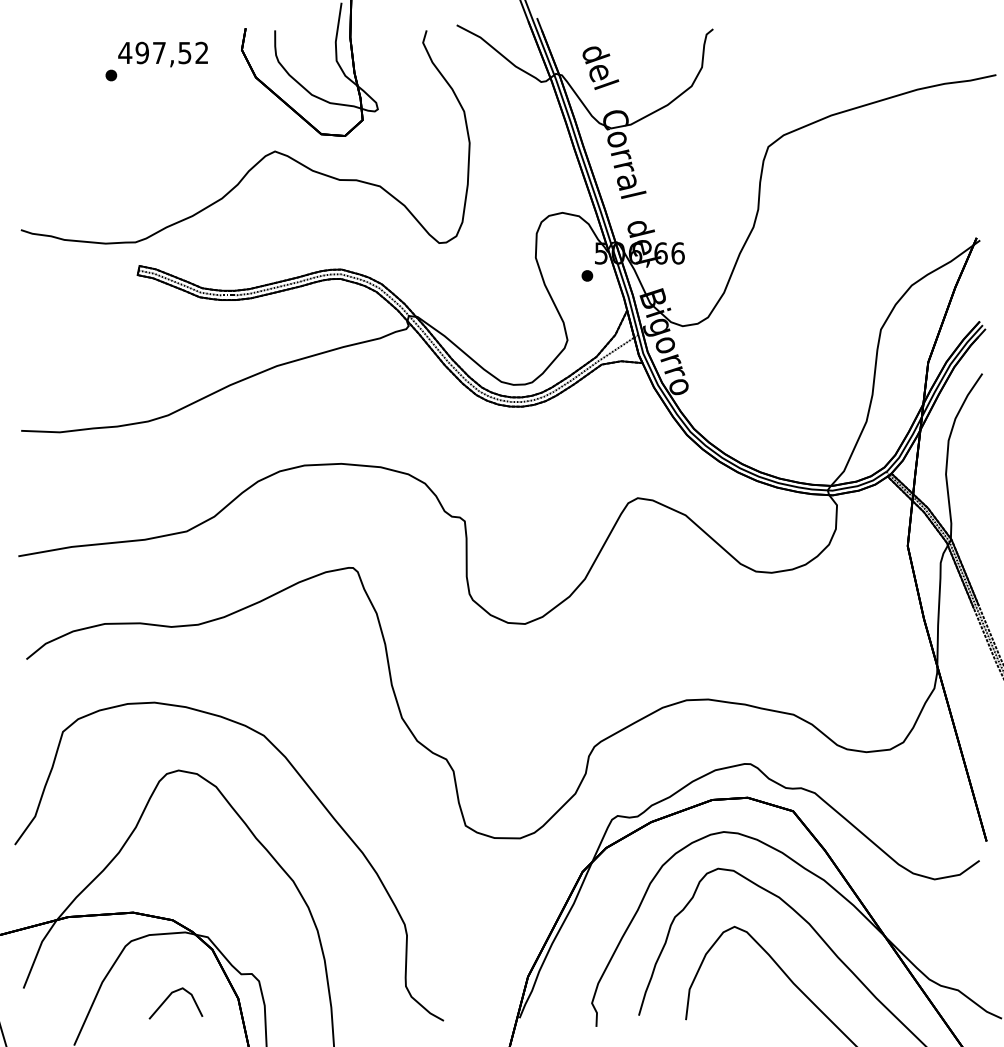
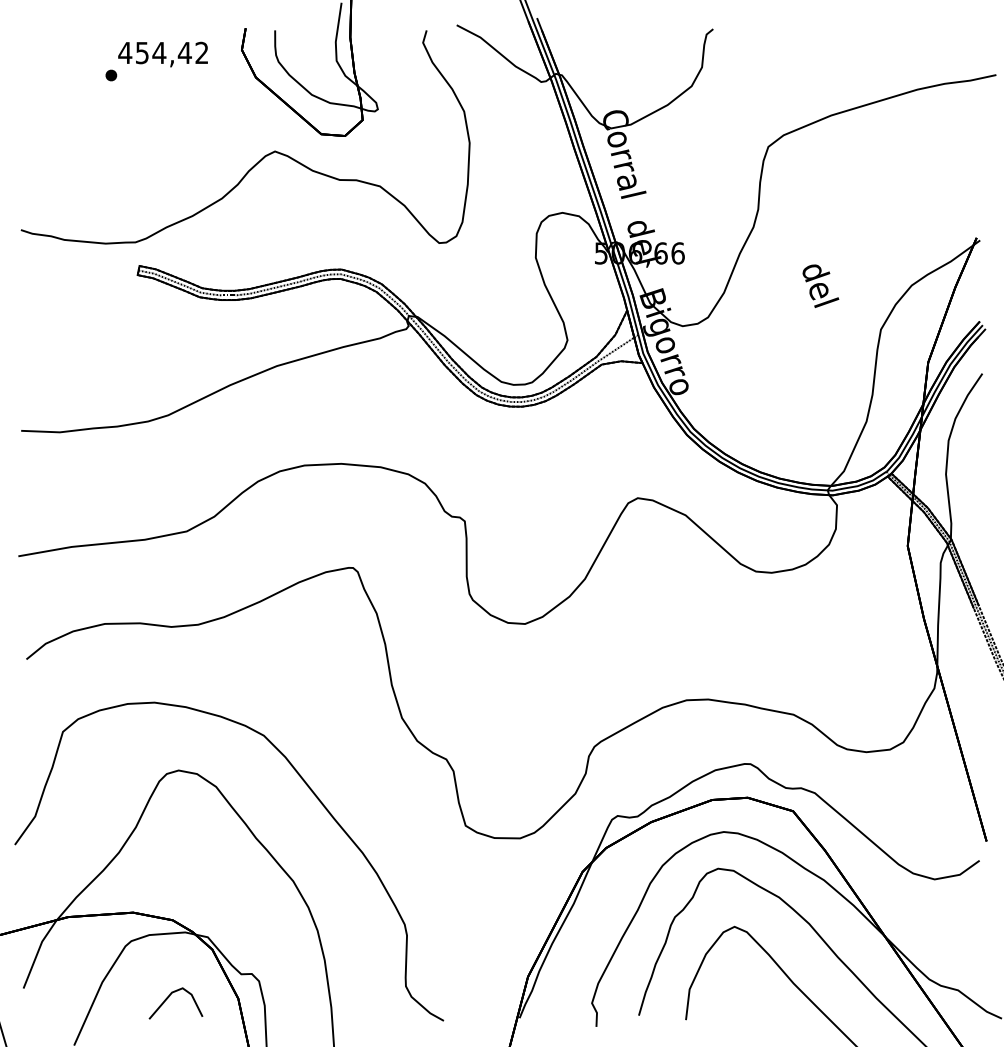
text at (163, 52): 497,52 -> 454,42
text at (600, 67) position: (600, 67) -> (820, 285)
part at (587, 275): present -> none
